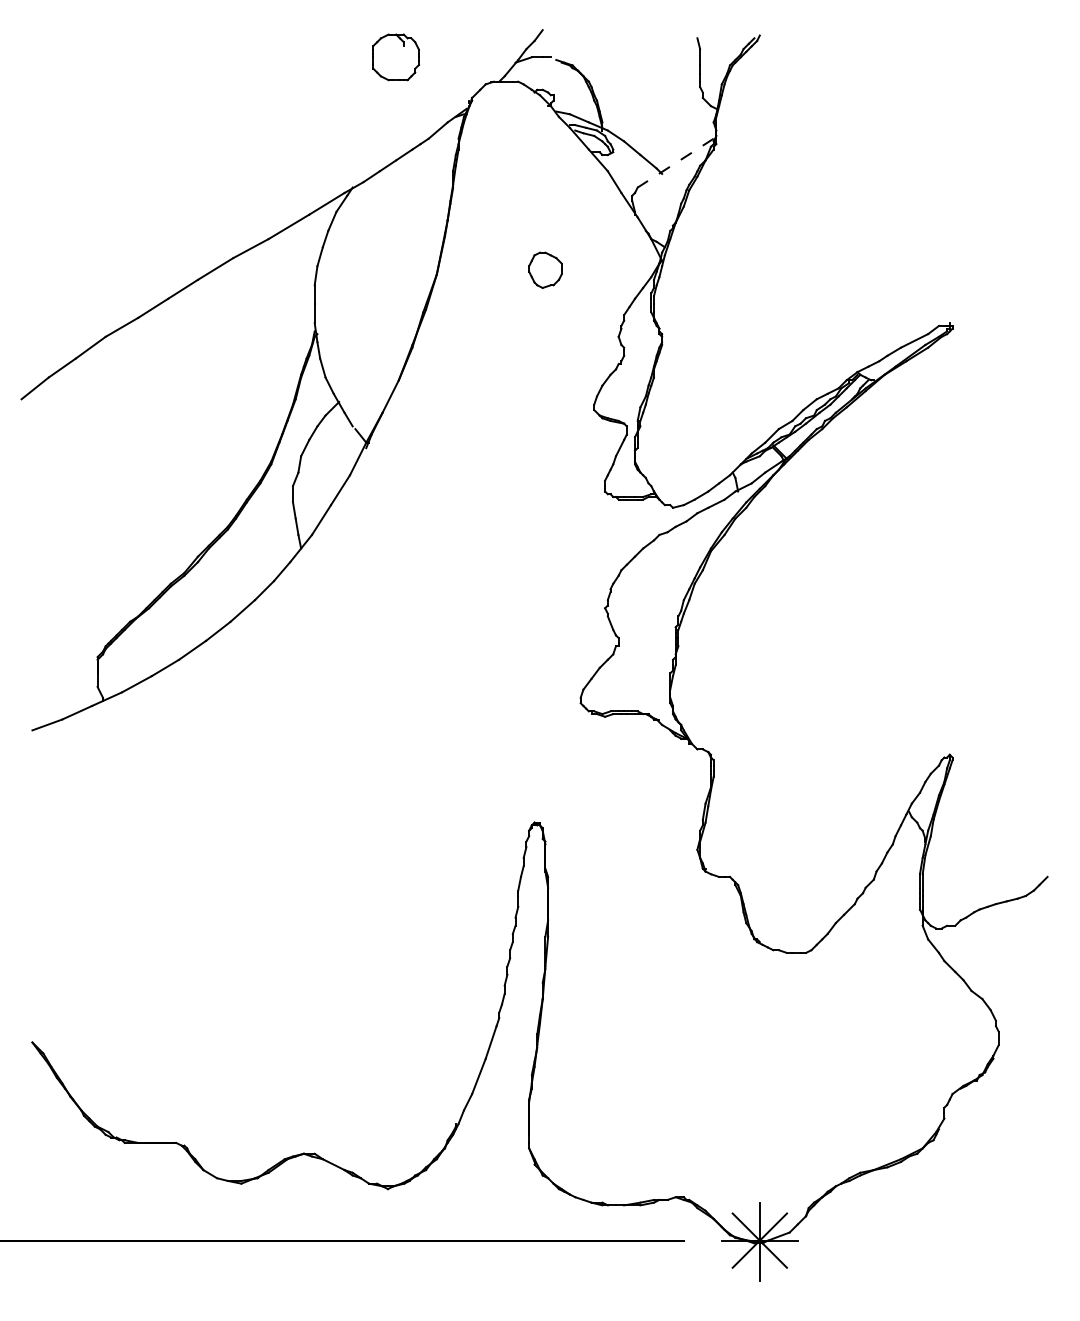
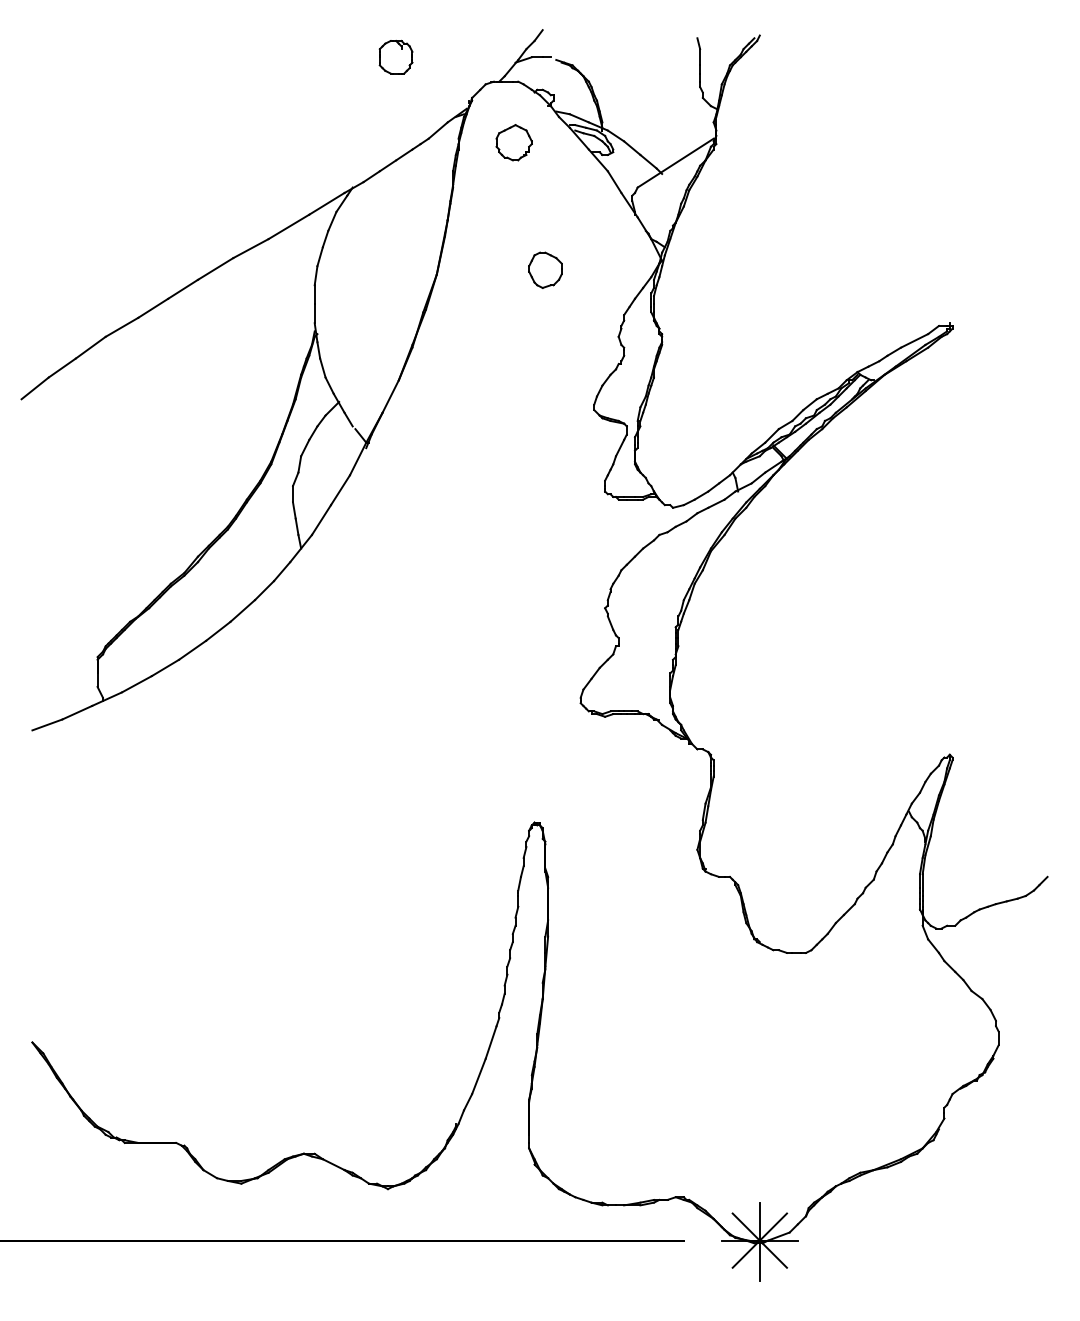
part at (395, 57) size: 48x49 px -> 36x36 px
part at (513, 142): none -> present
line at (675, 163): dashed -> solid
